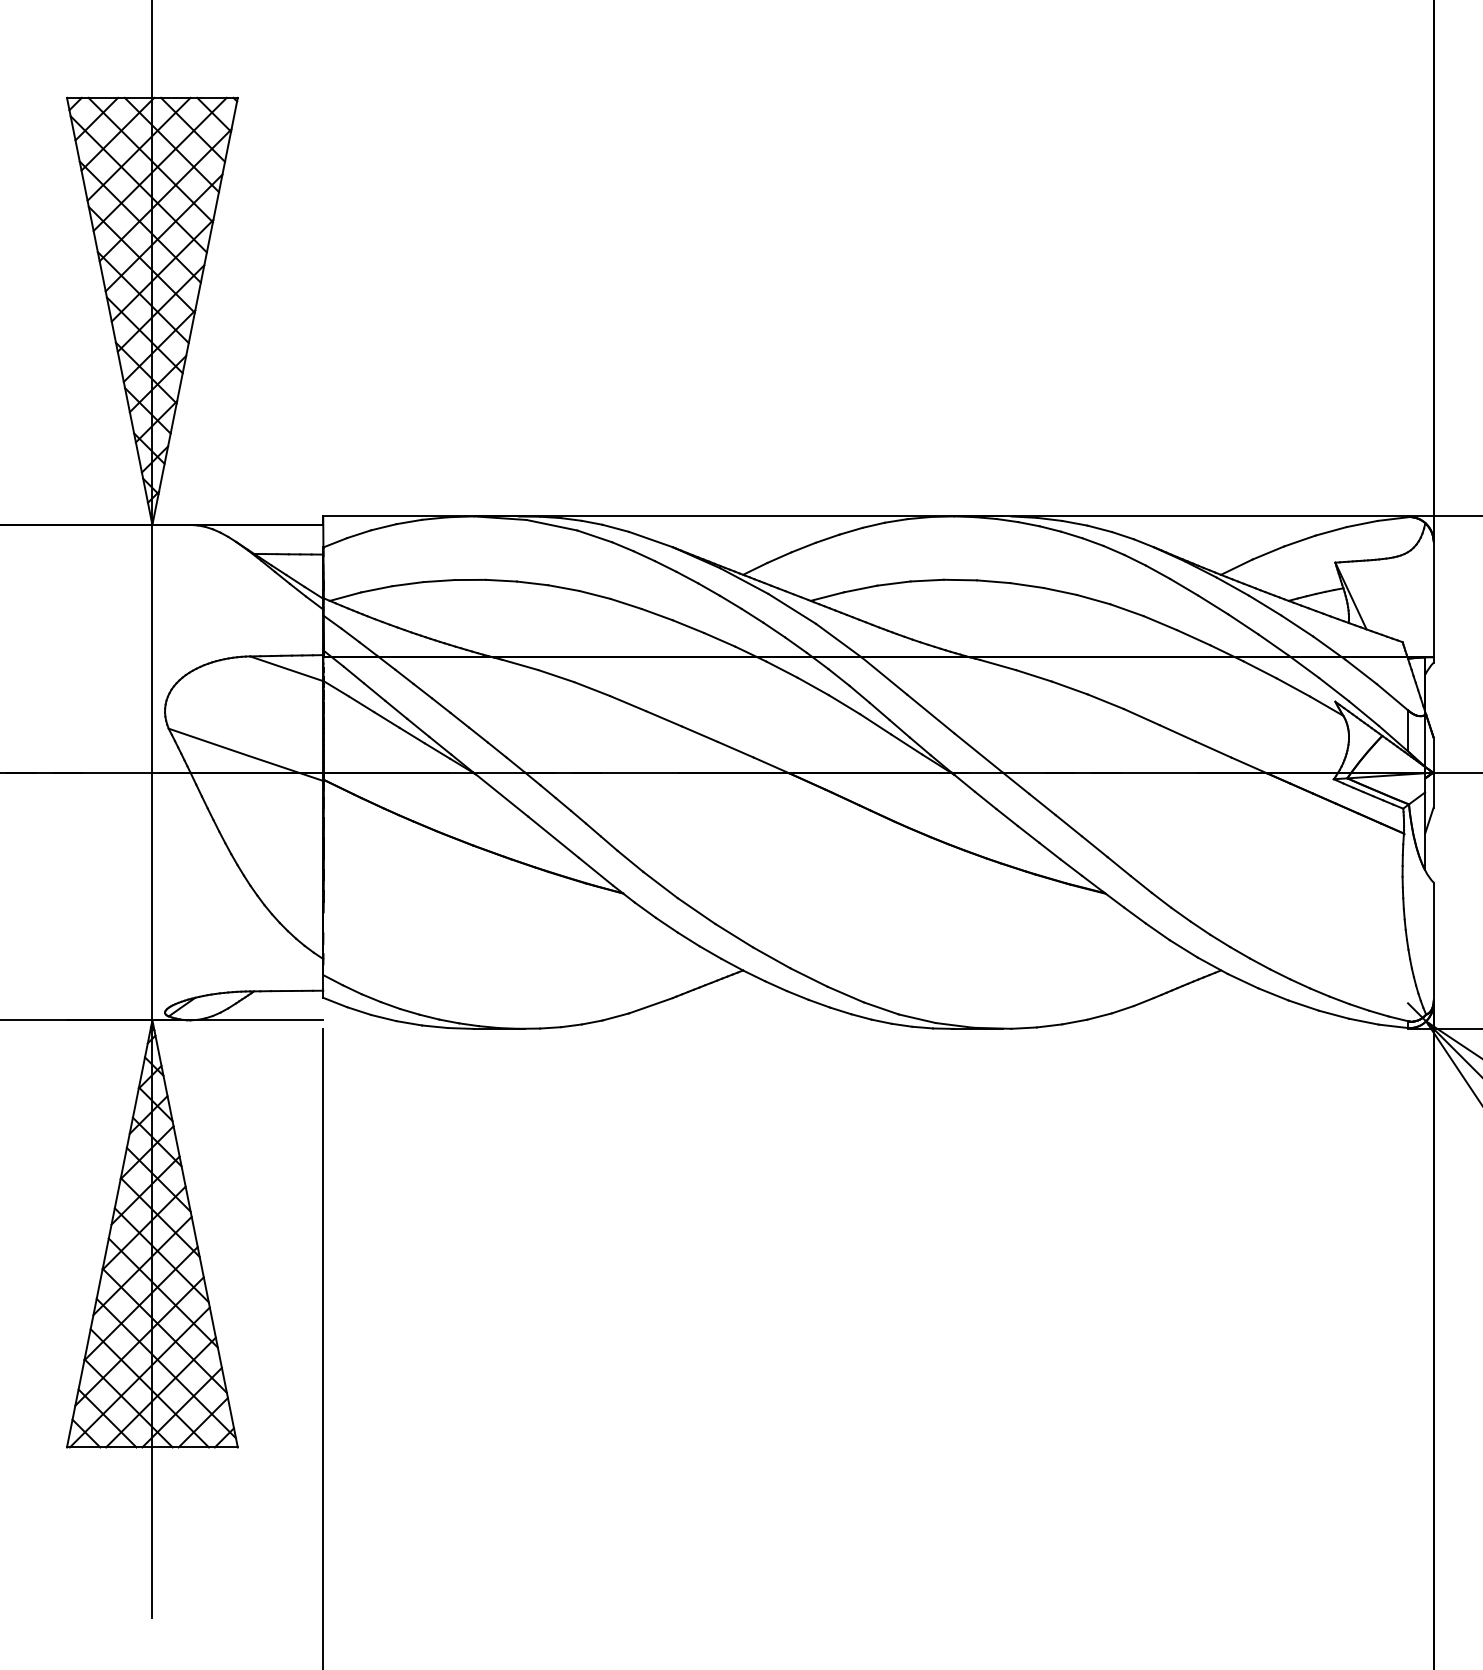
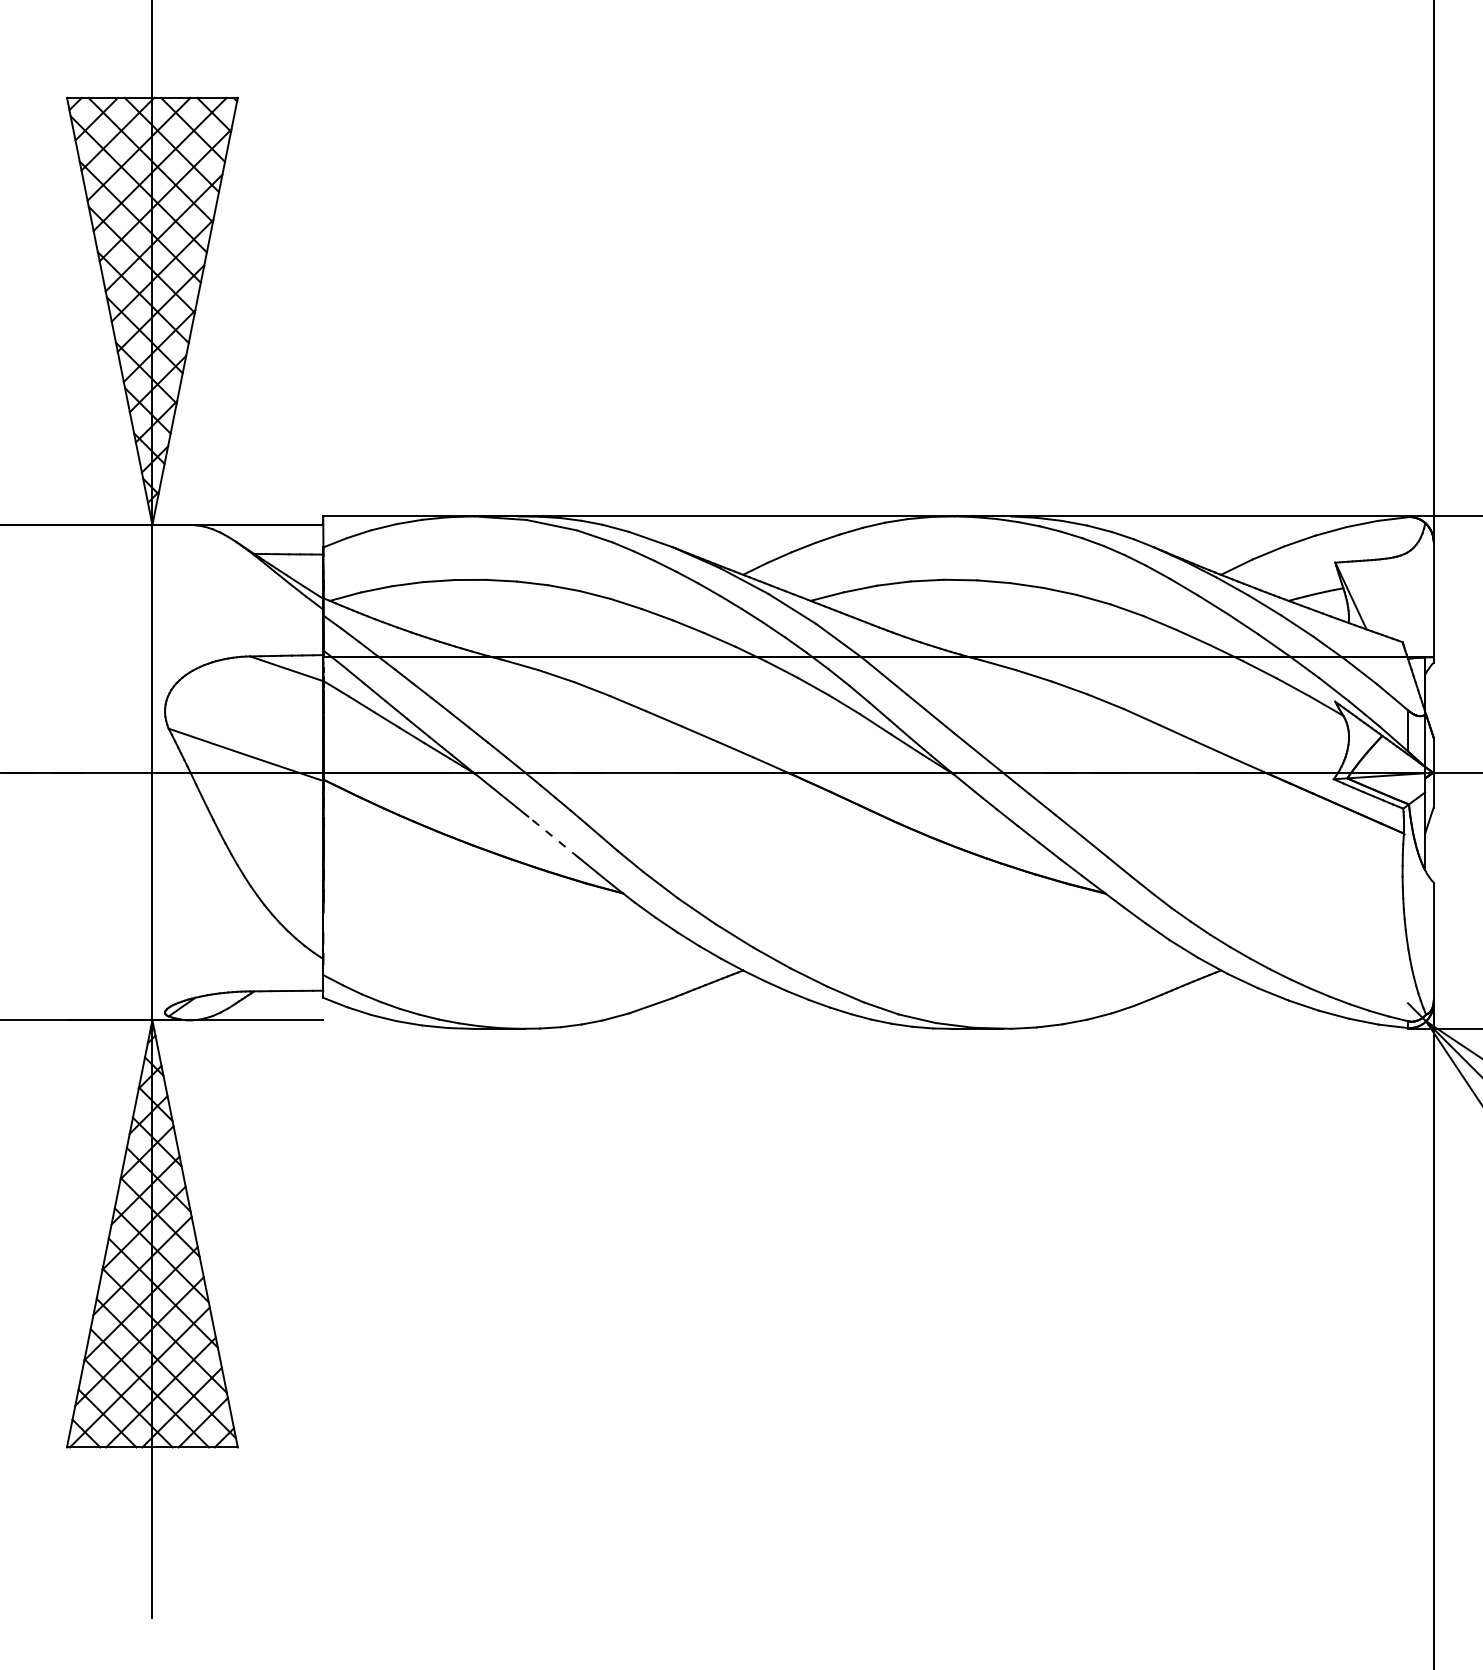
line at (553, 837): solid -> dashed
line at (323, 1347): present -> none
